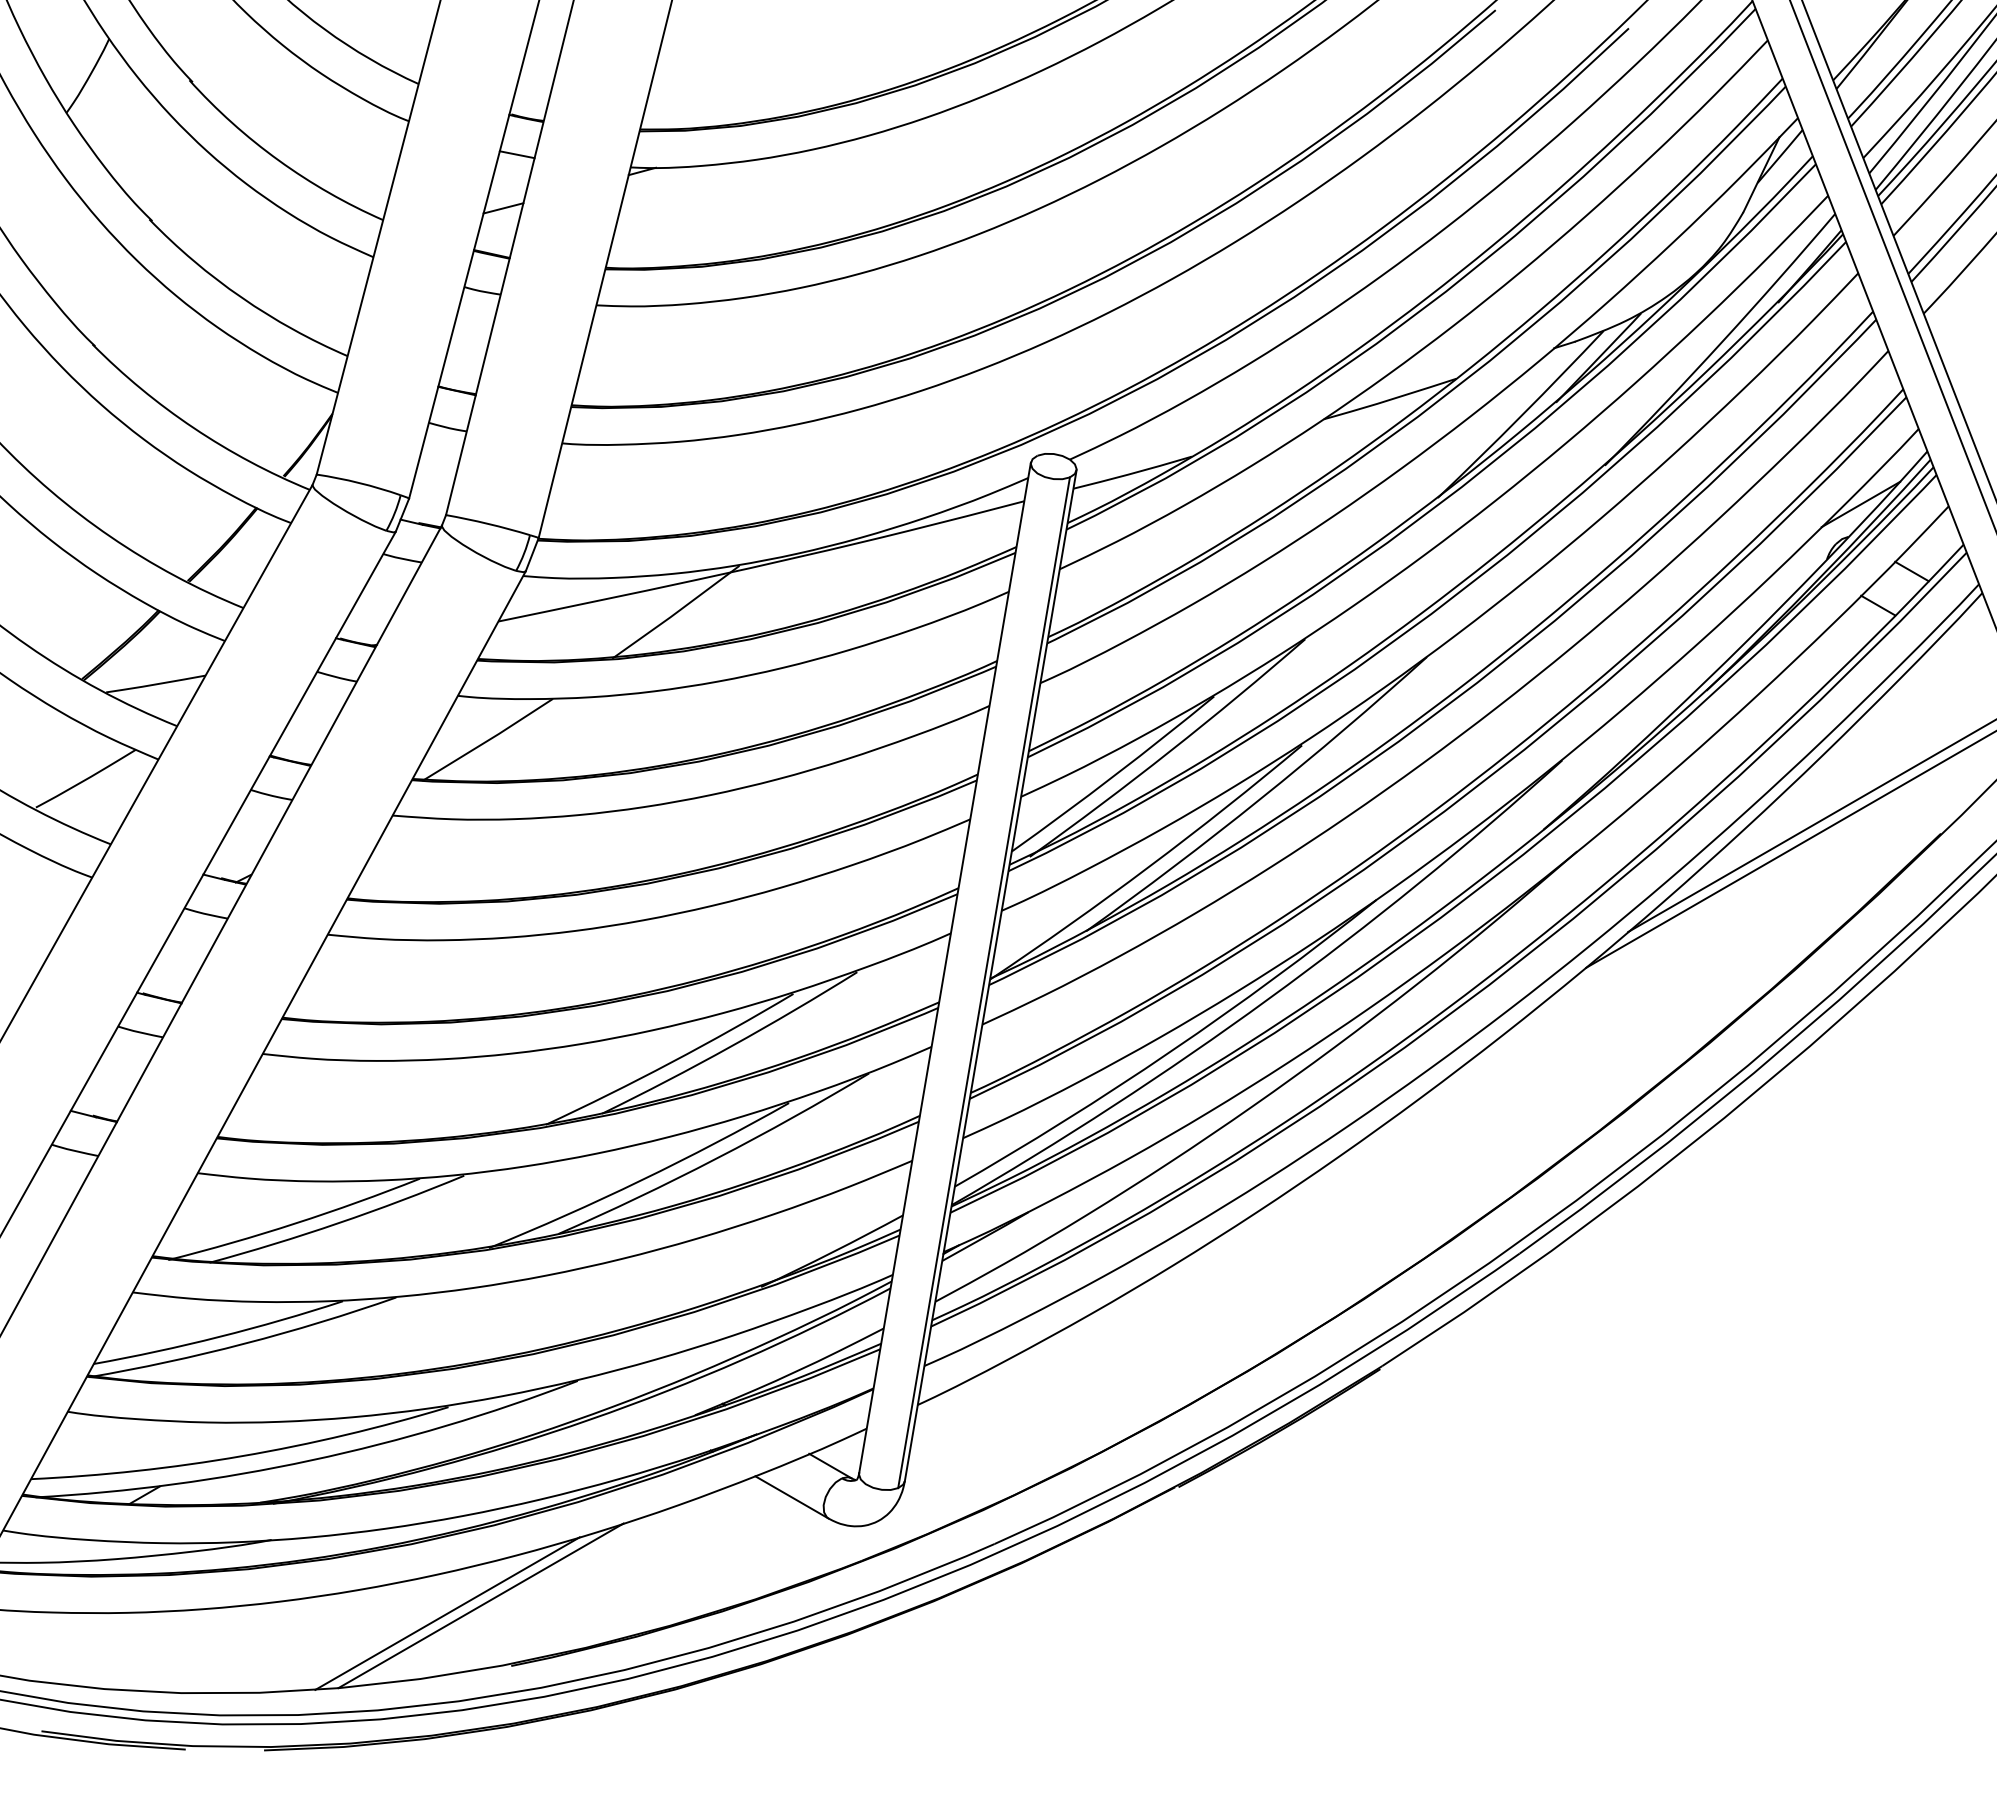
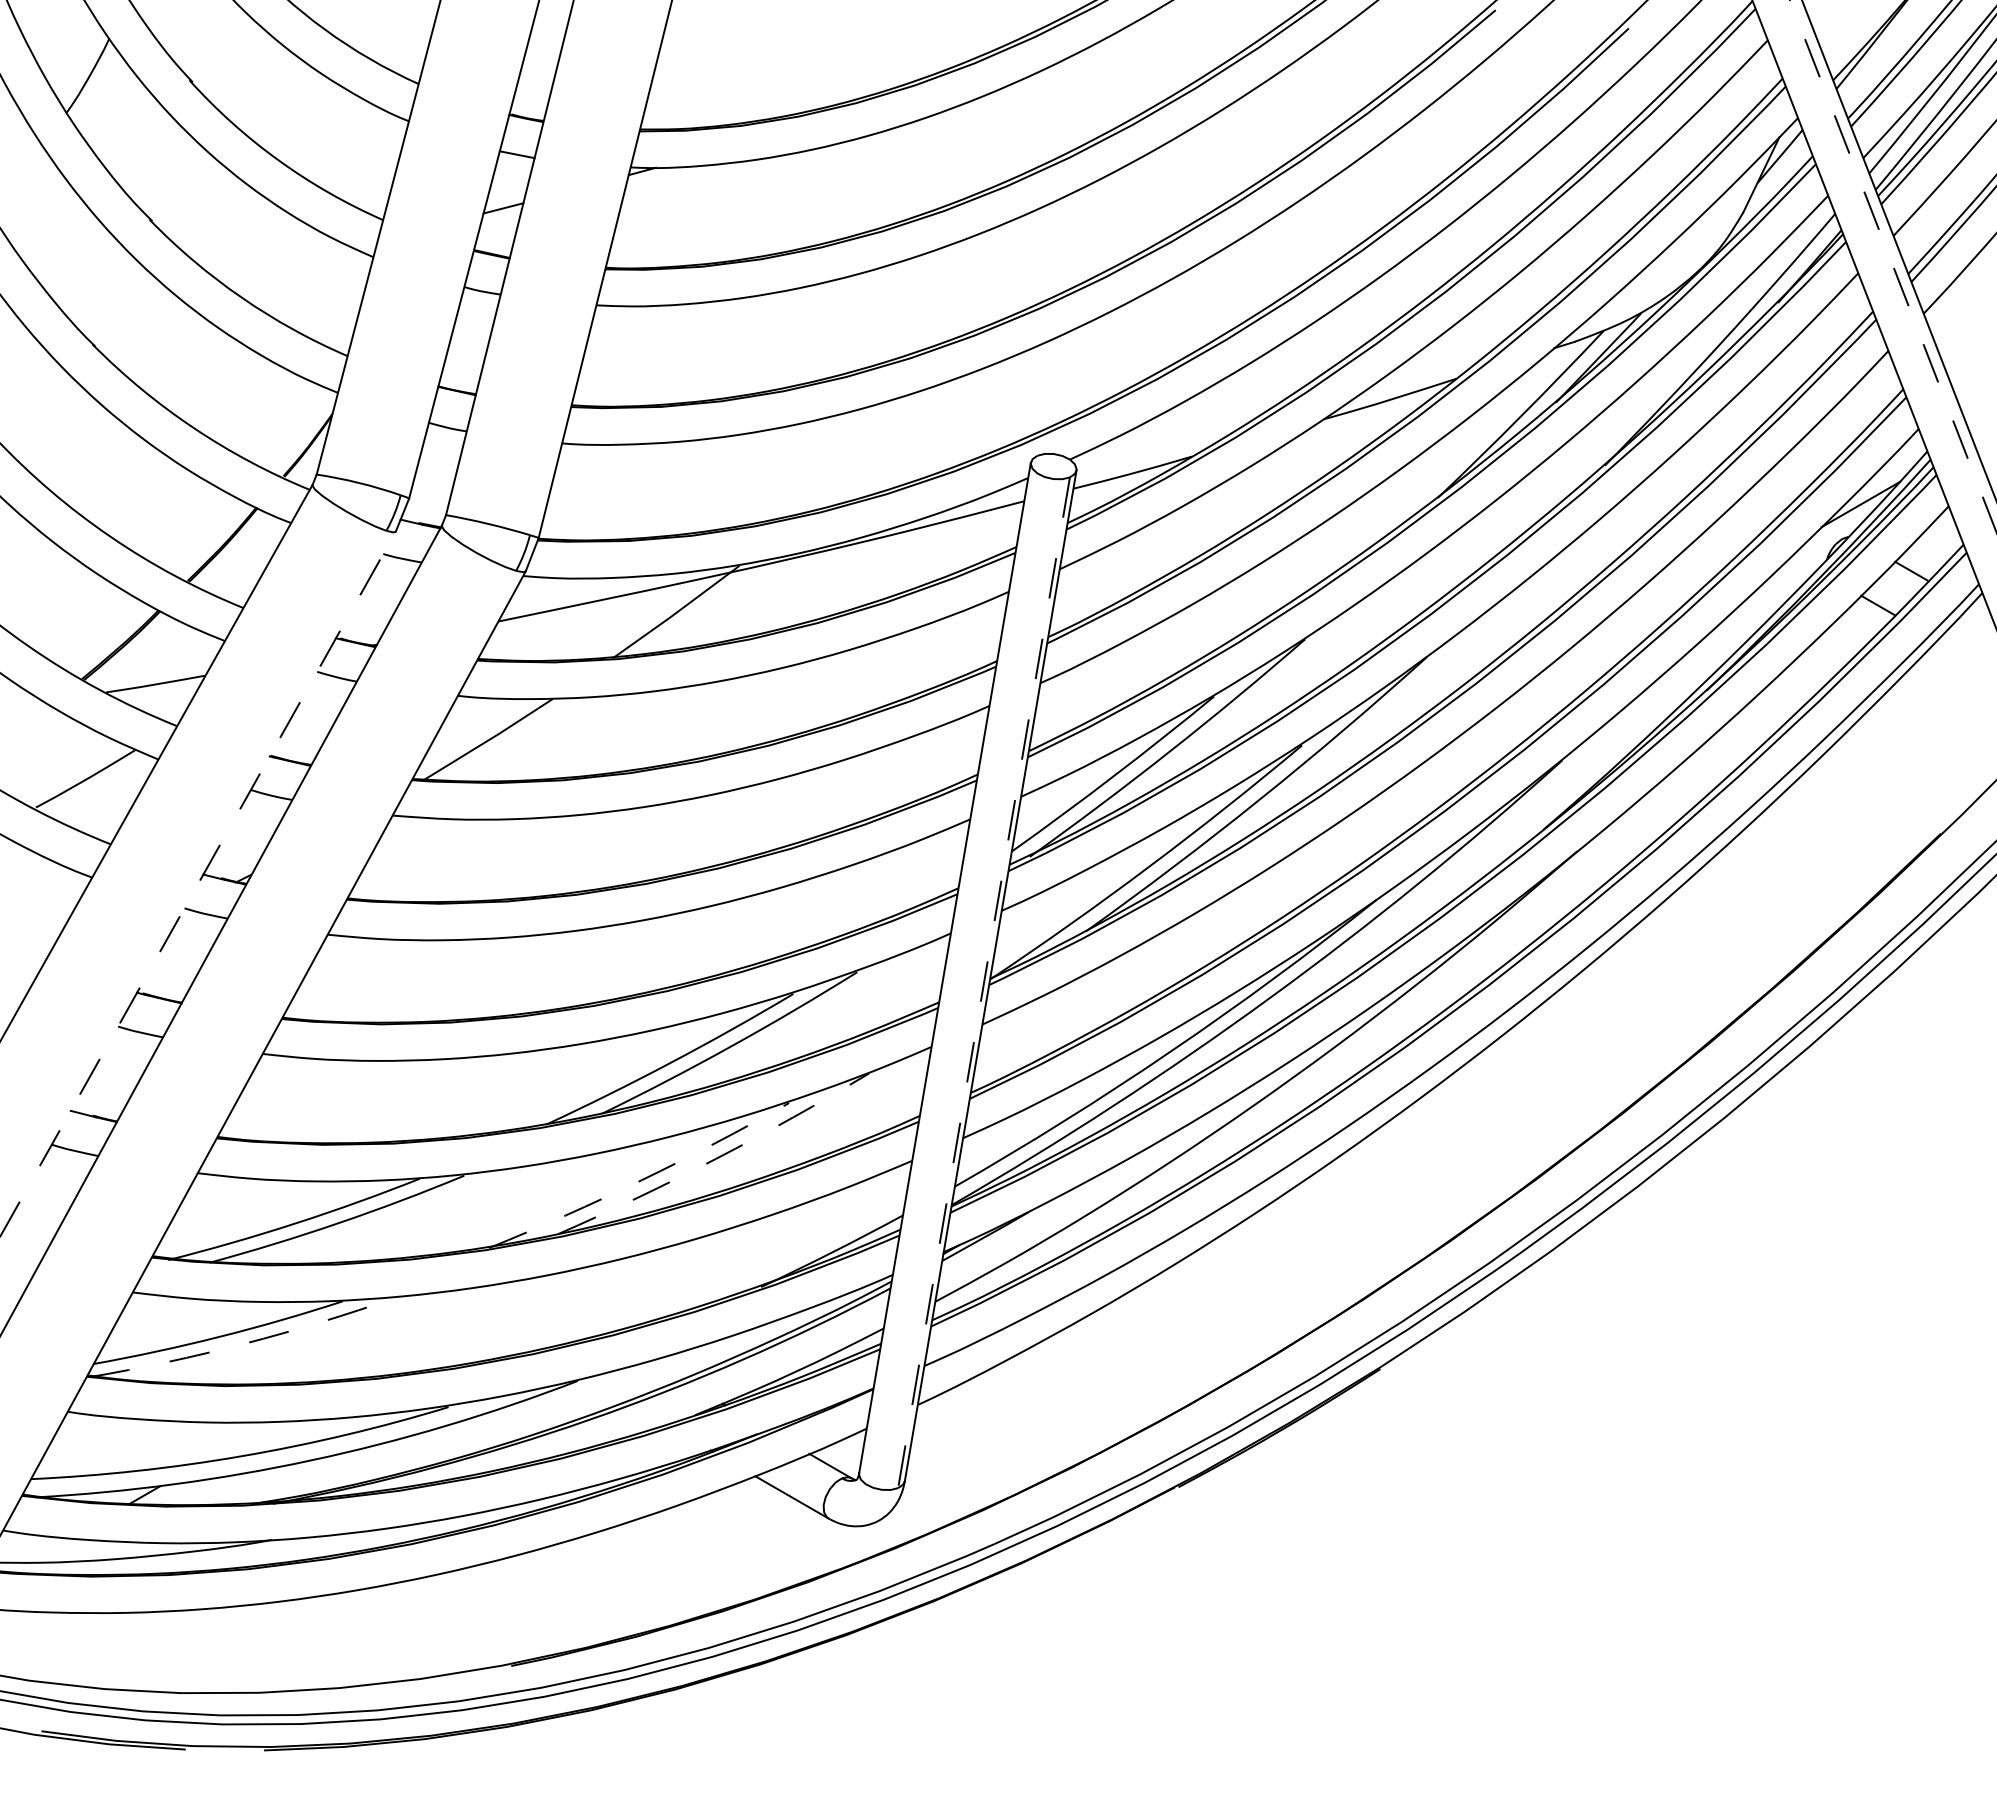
line at (1893, 266): solid -> dashed
line at (1810, 826): present -> none
line at (1789, 849): present -> none
line at (198, 883): solid -> dashed
line at (984, 982): solid -> dashed
arc at (716, 1158): solid -> dashed
arc at (641, 1180): solid -> dashed
arc at (244, 1343): solid -> dashed
line at (480, 1605): present -> none
line at (447, 1613): present -> none
